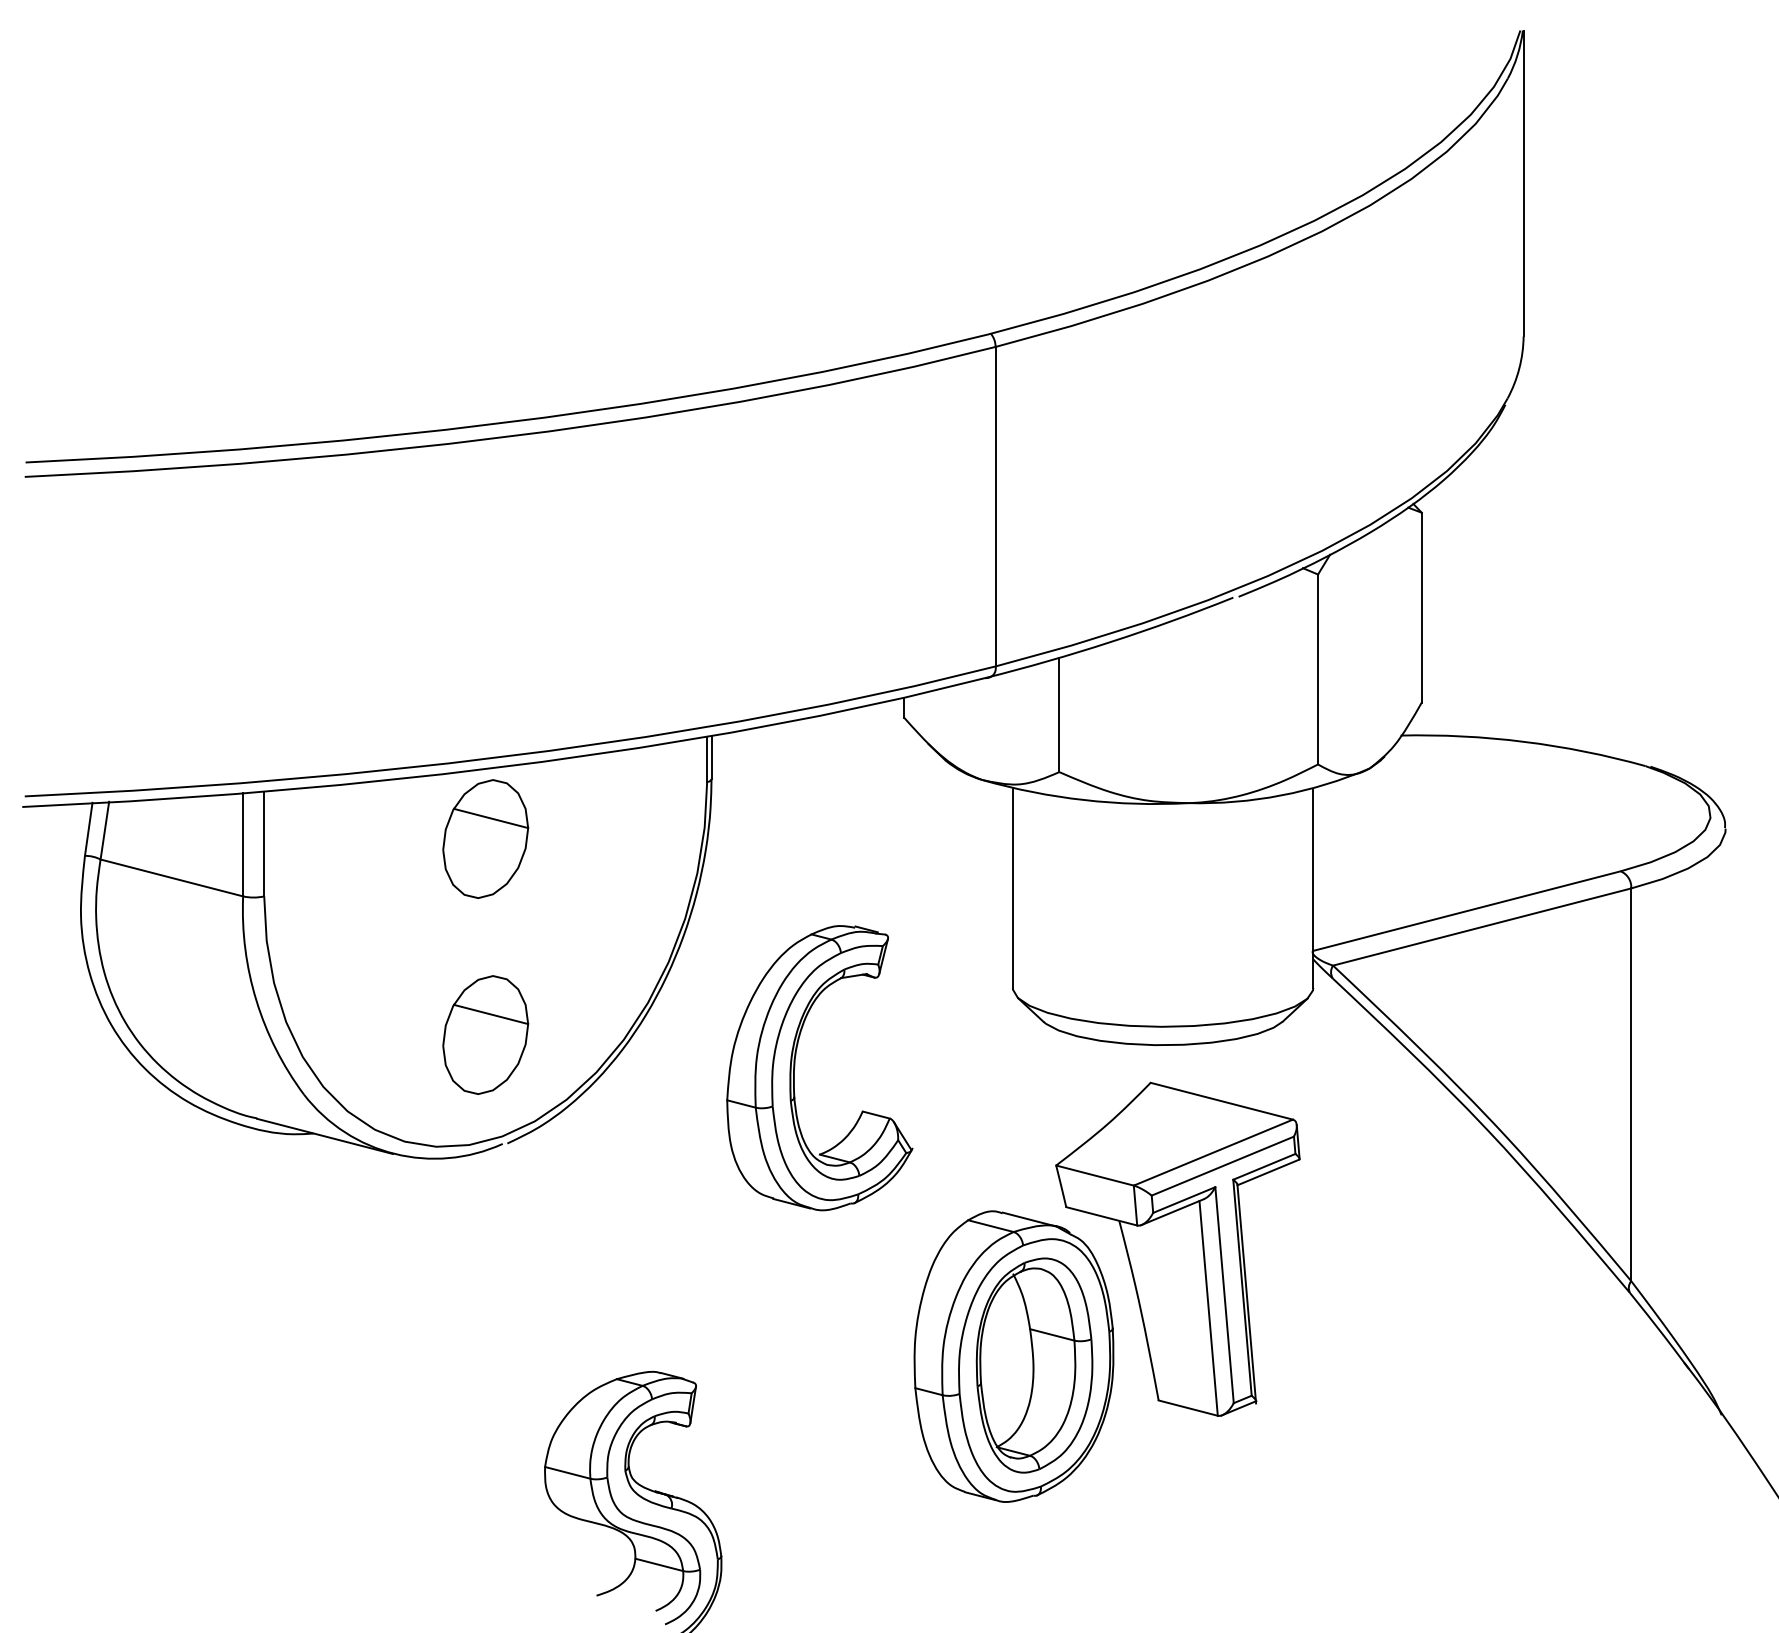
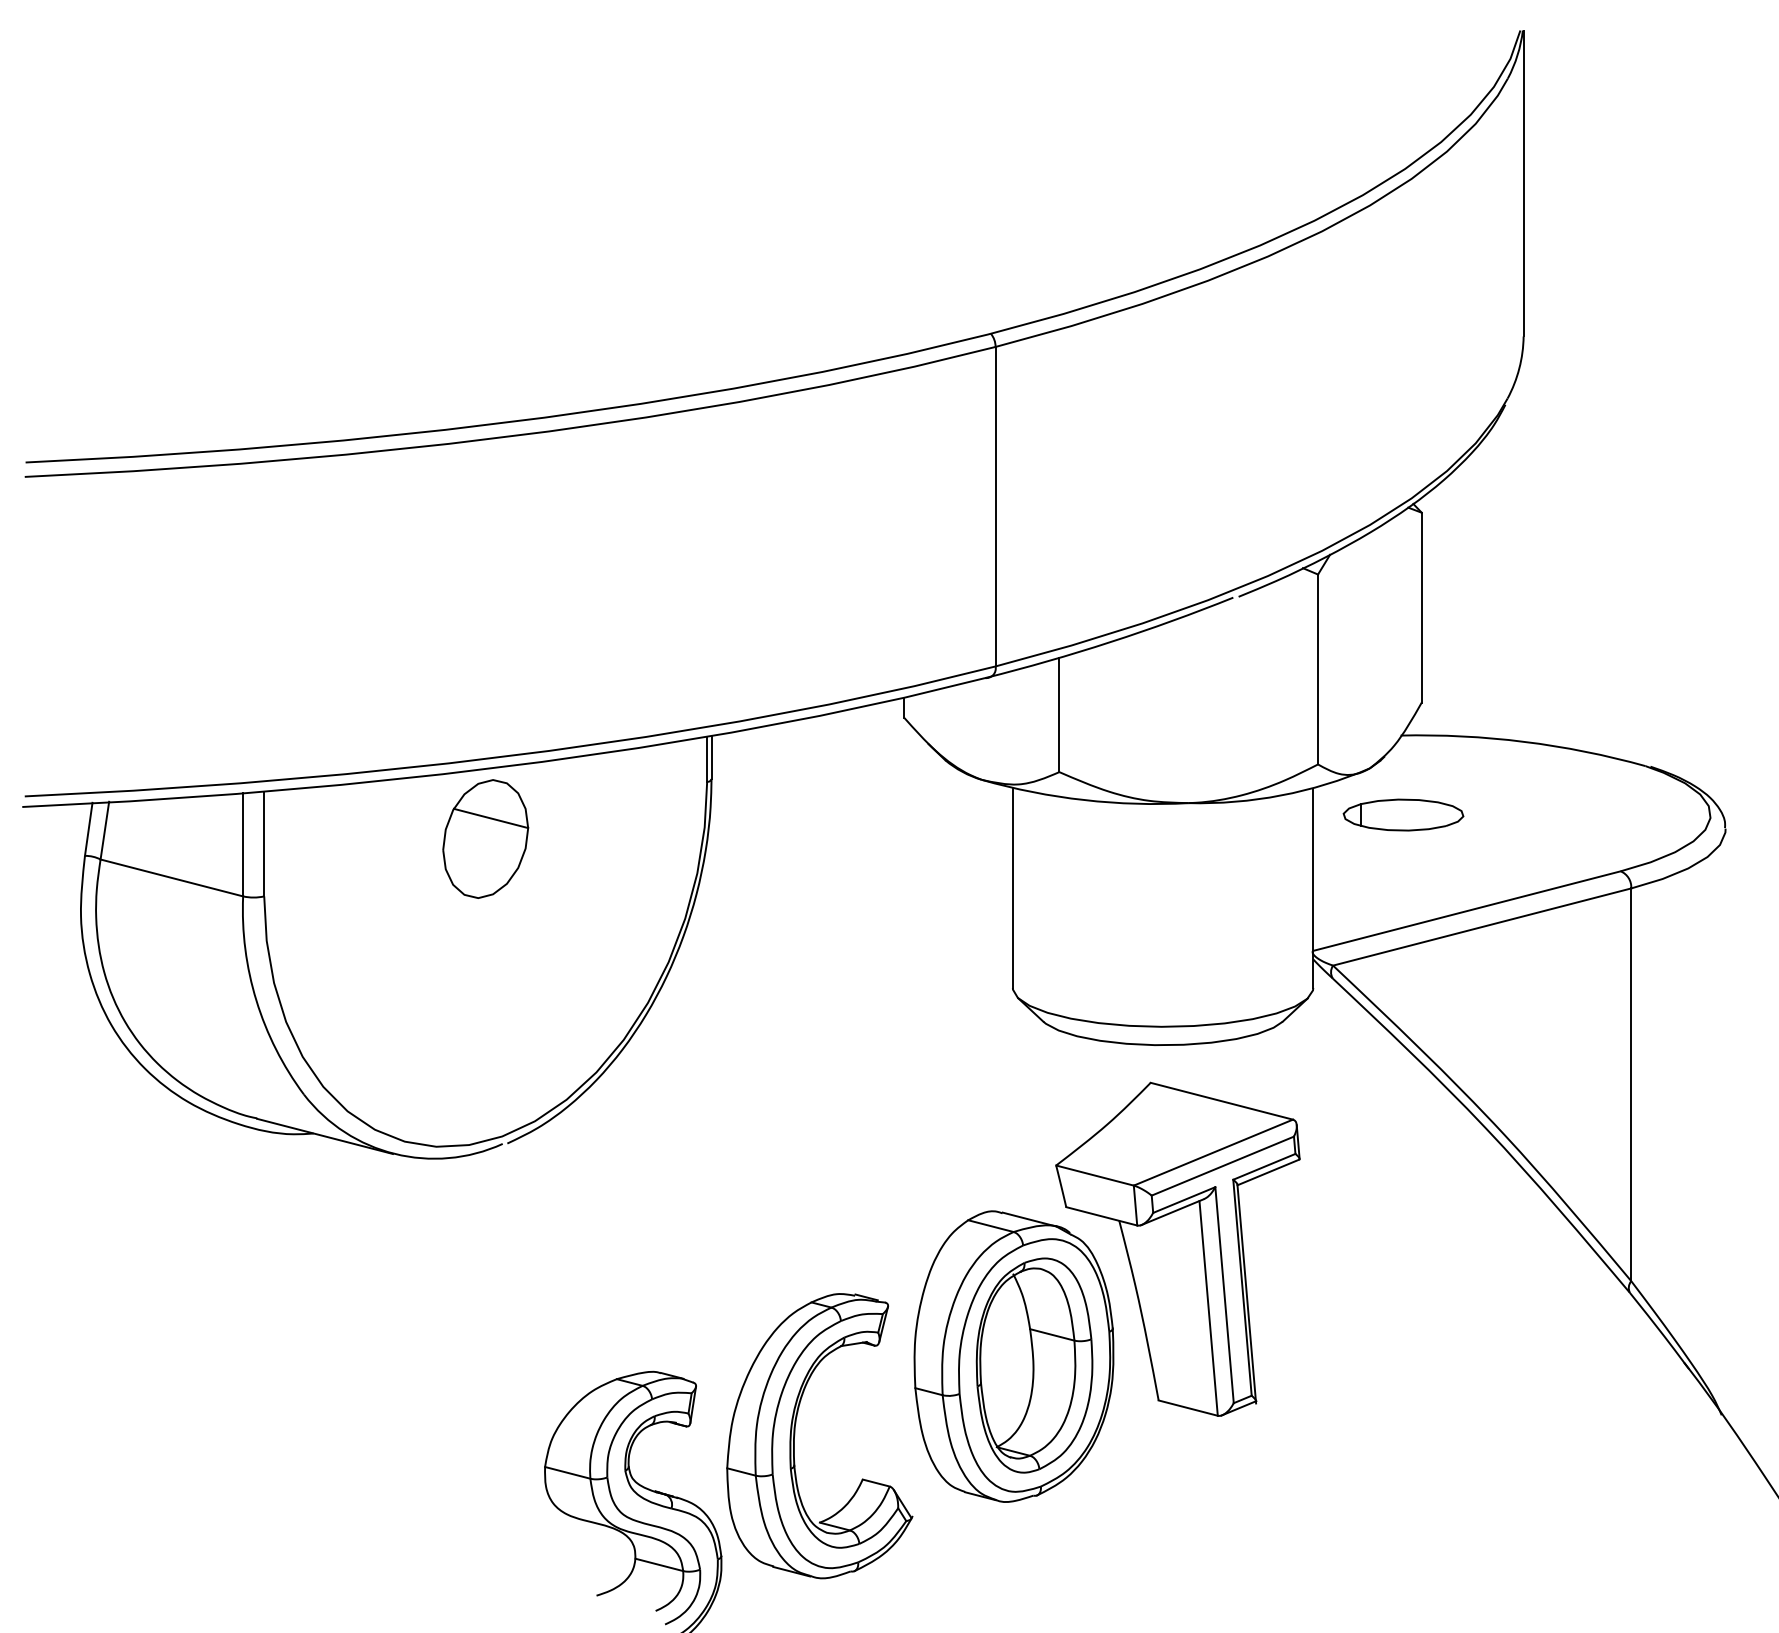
part at (1403, 814): none -> present
part at (485, 1034): present -> none
part at (795, 1067) position: (795, 1067) -> (795, 1435)
